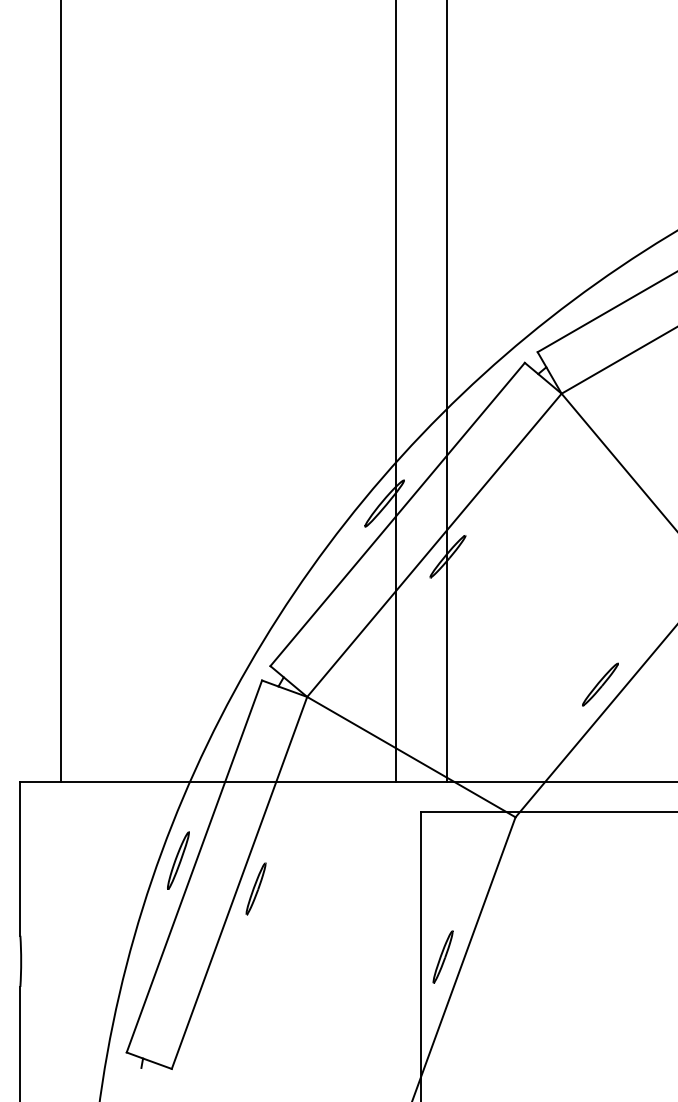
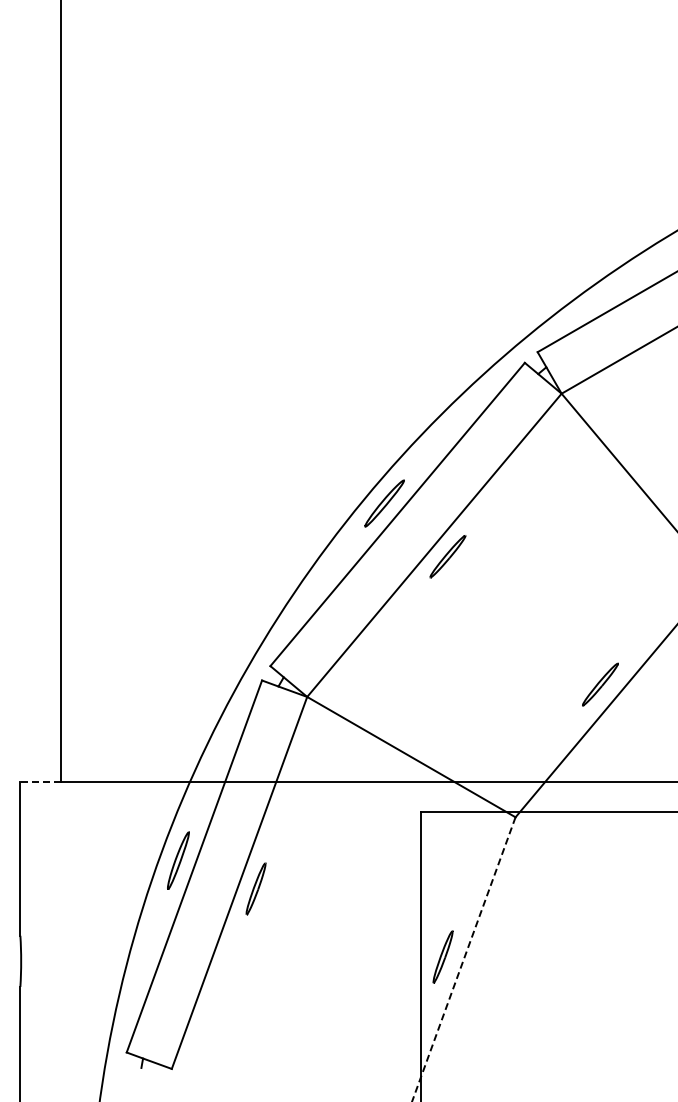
line at (396, 392): present -> none
line at (447, 392): present -> none
line at (39, 782): solid -> dashed
line at (463, 959): solid -> dashed
